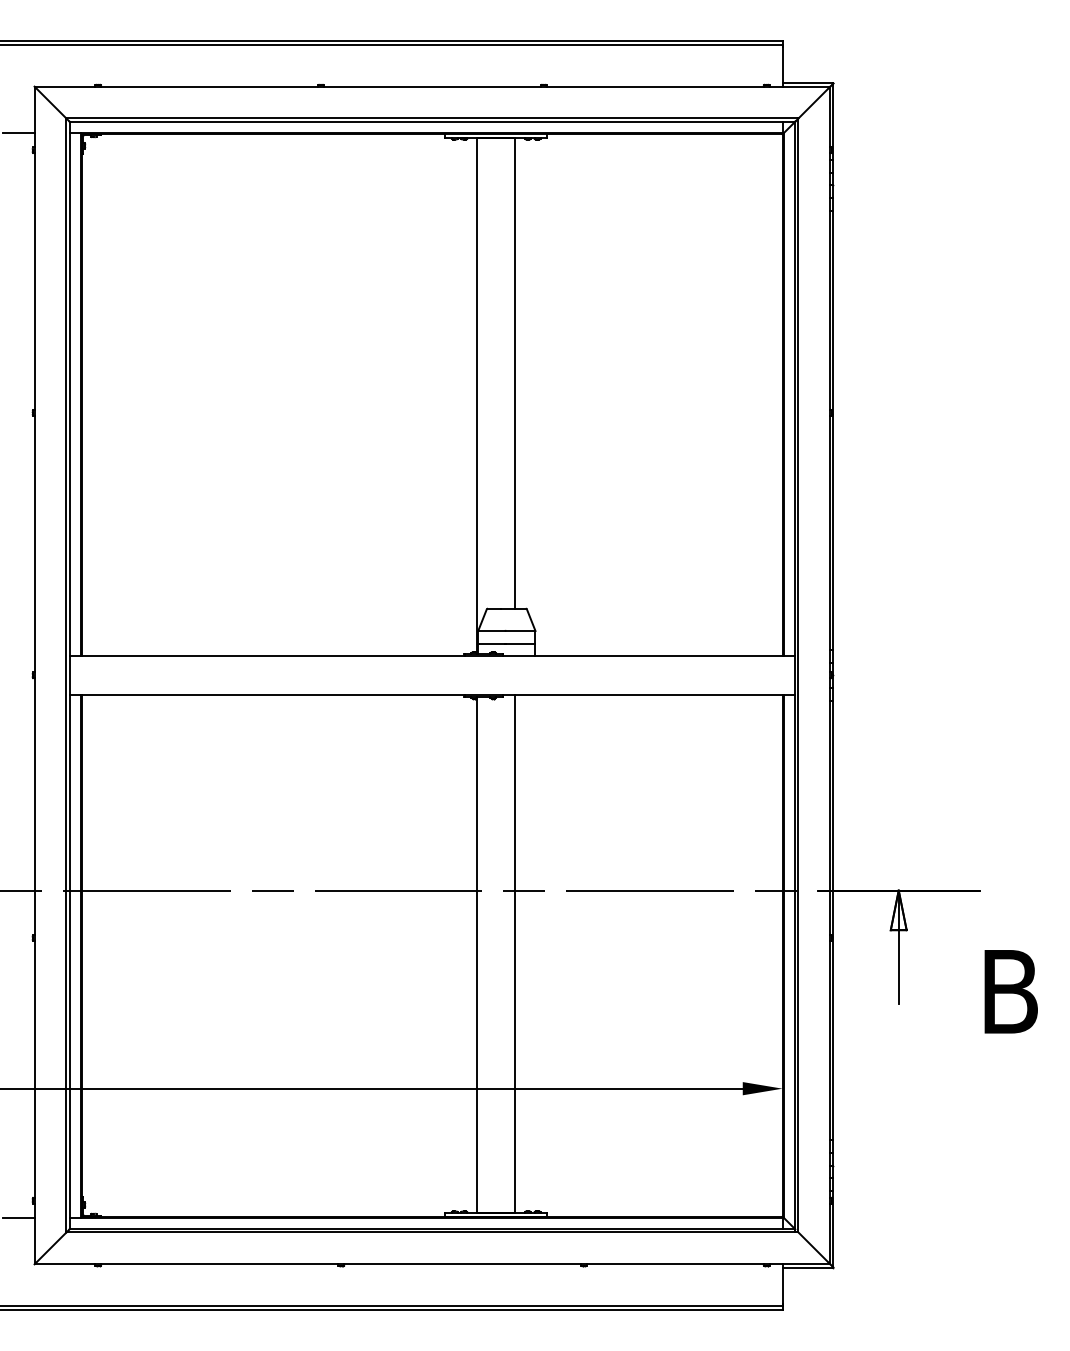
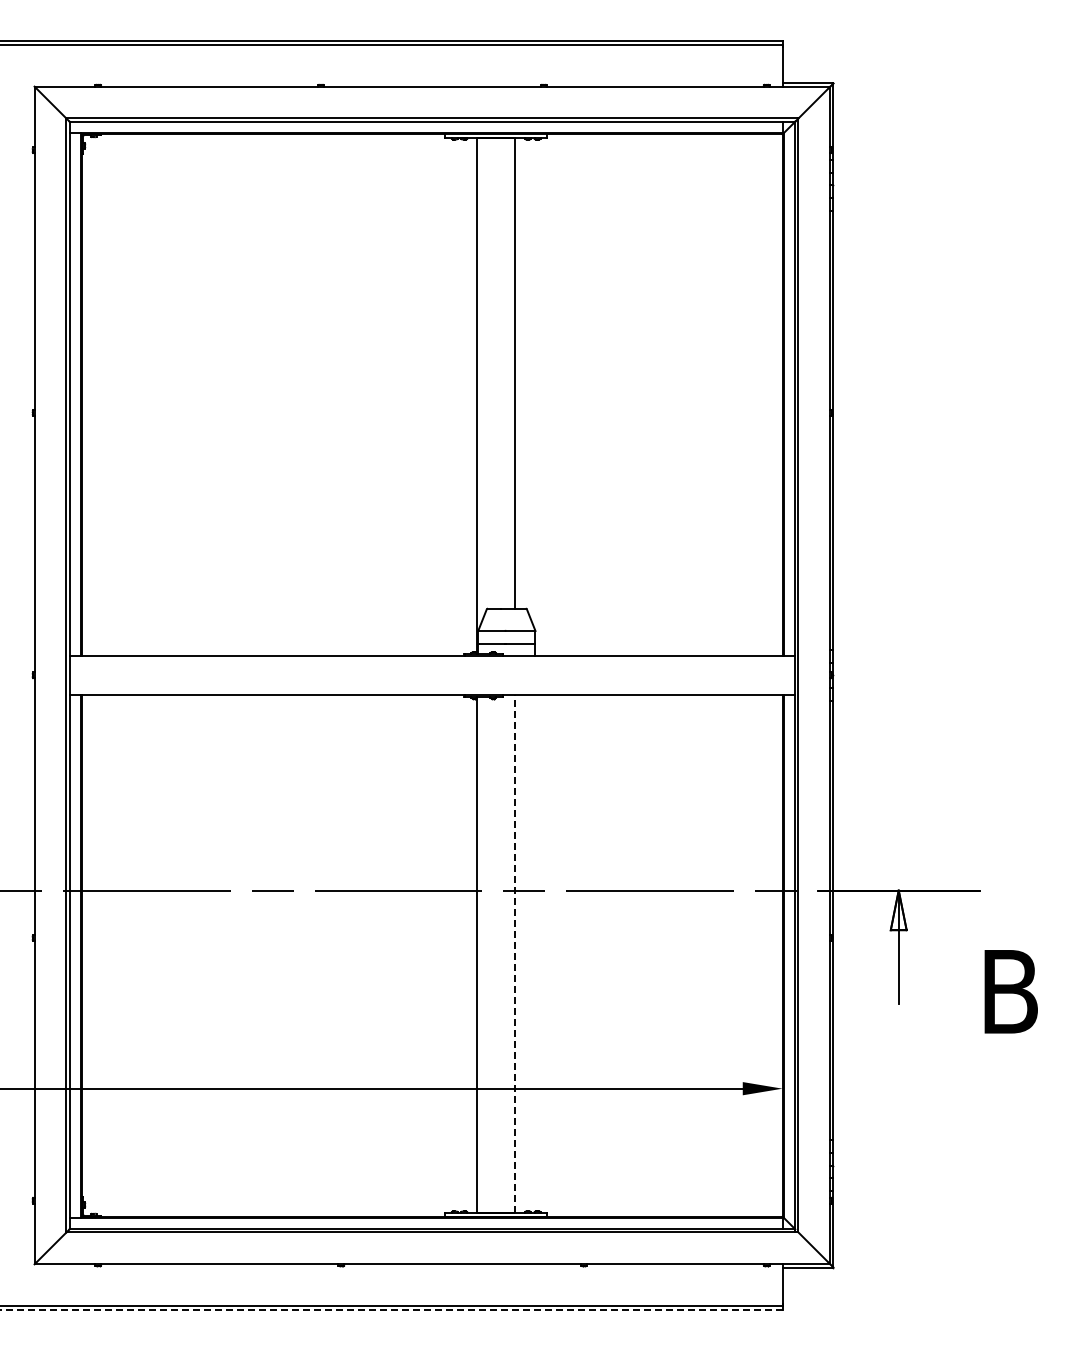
line at (18, 133): present -> none
line at (515, 953): solid -> dashed
line at (18, 1217): present -> none
line at (391, 1310): solid -> dashed
